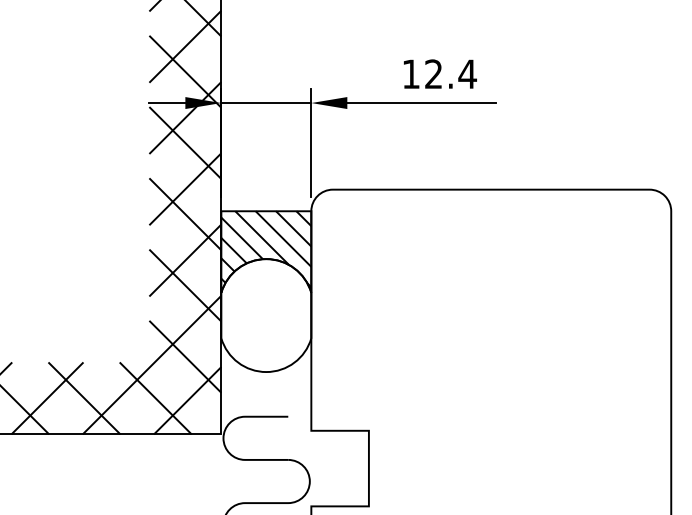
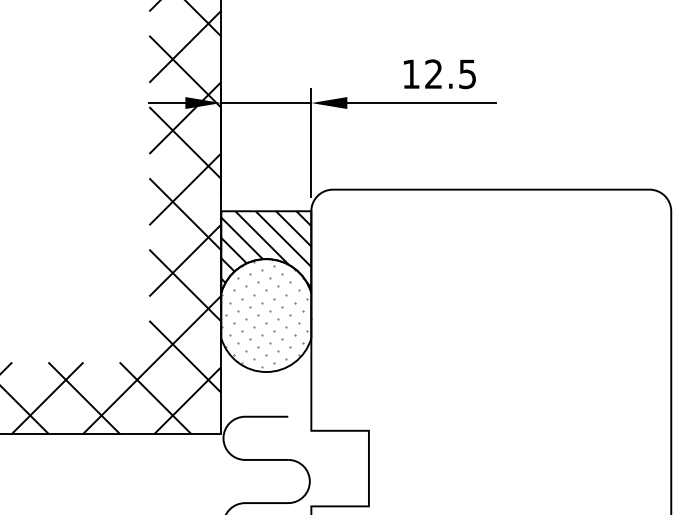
text at (467, 74): 12.4 -> 12.5
hatch at (265, 314): none -> present
